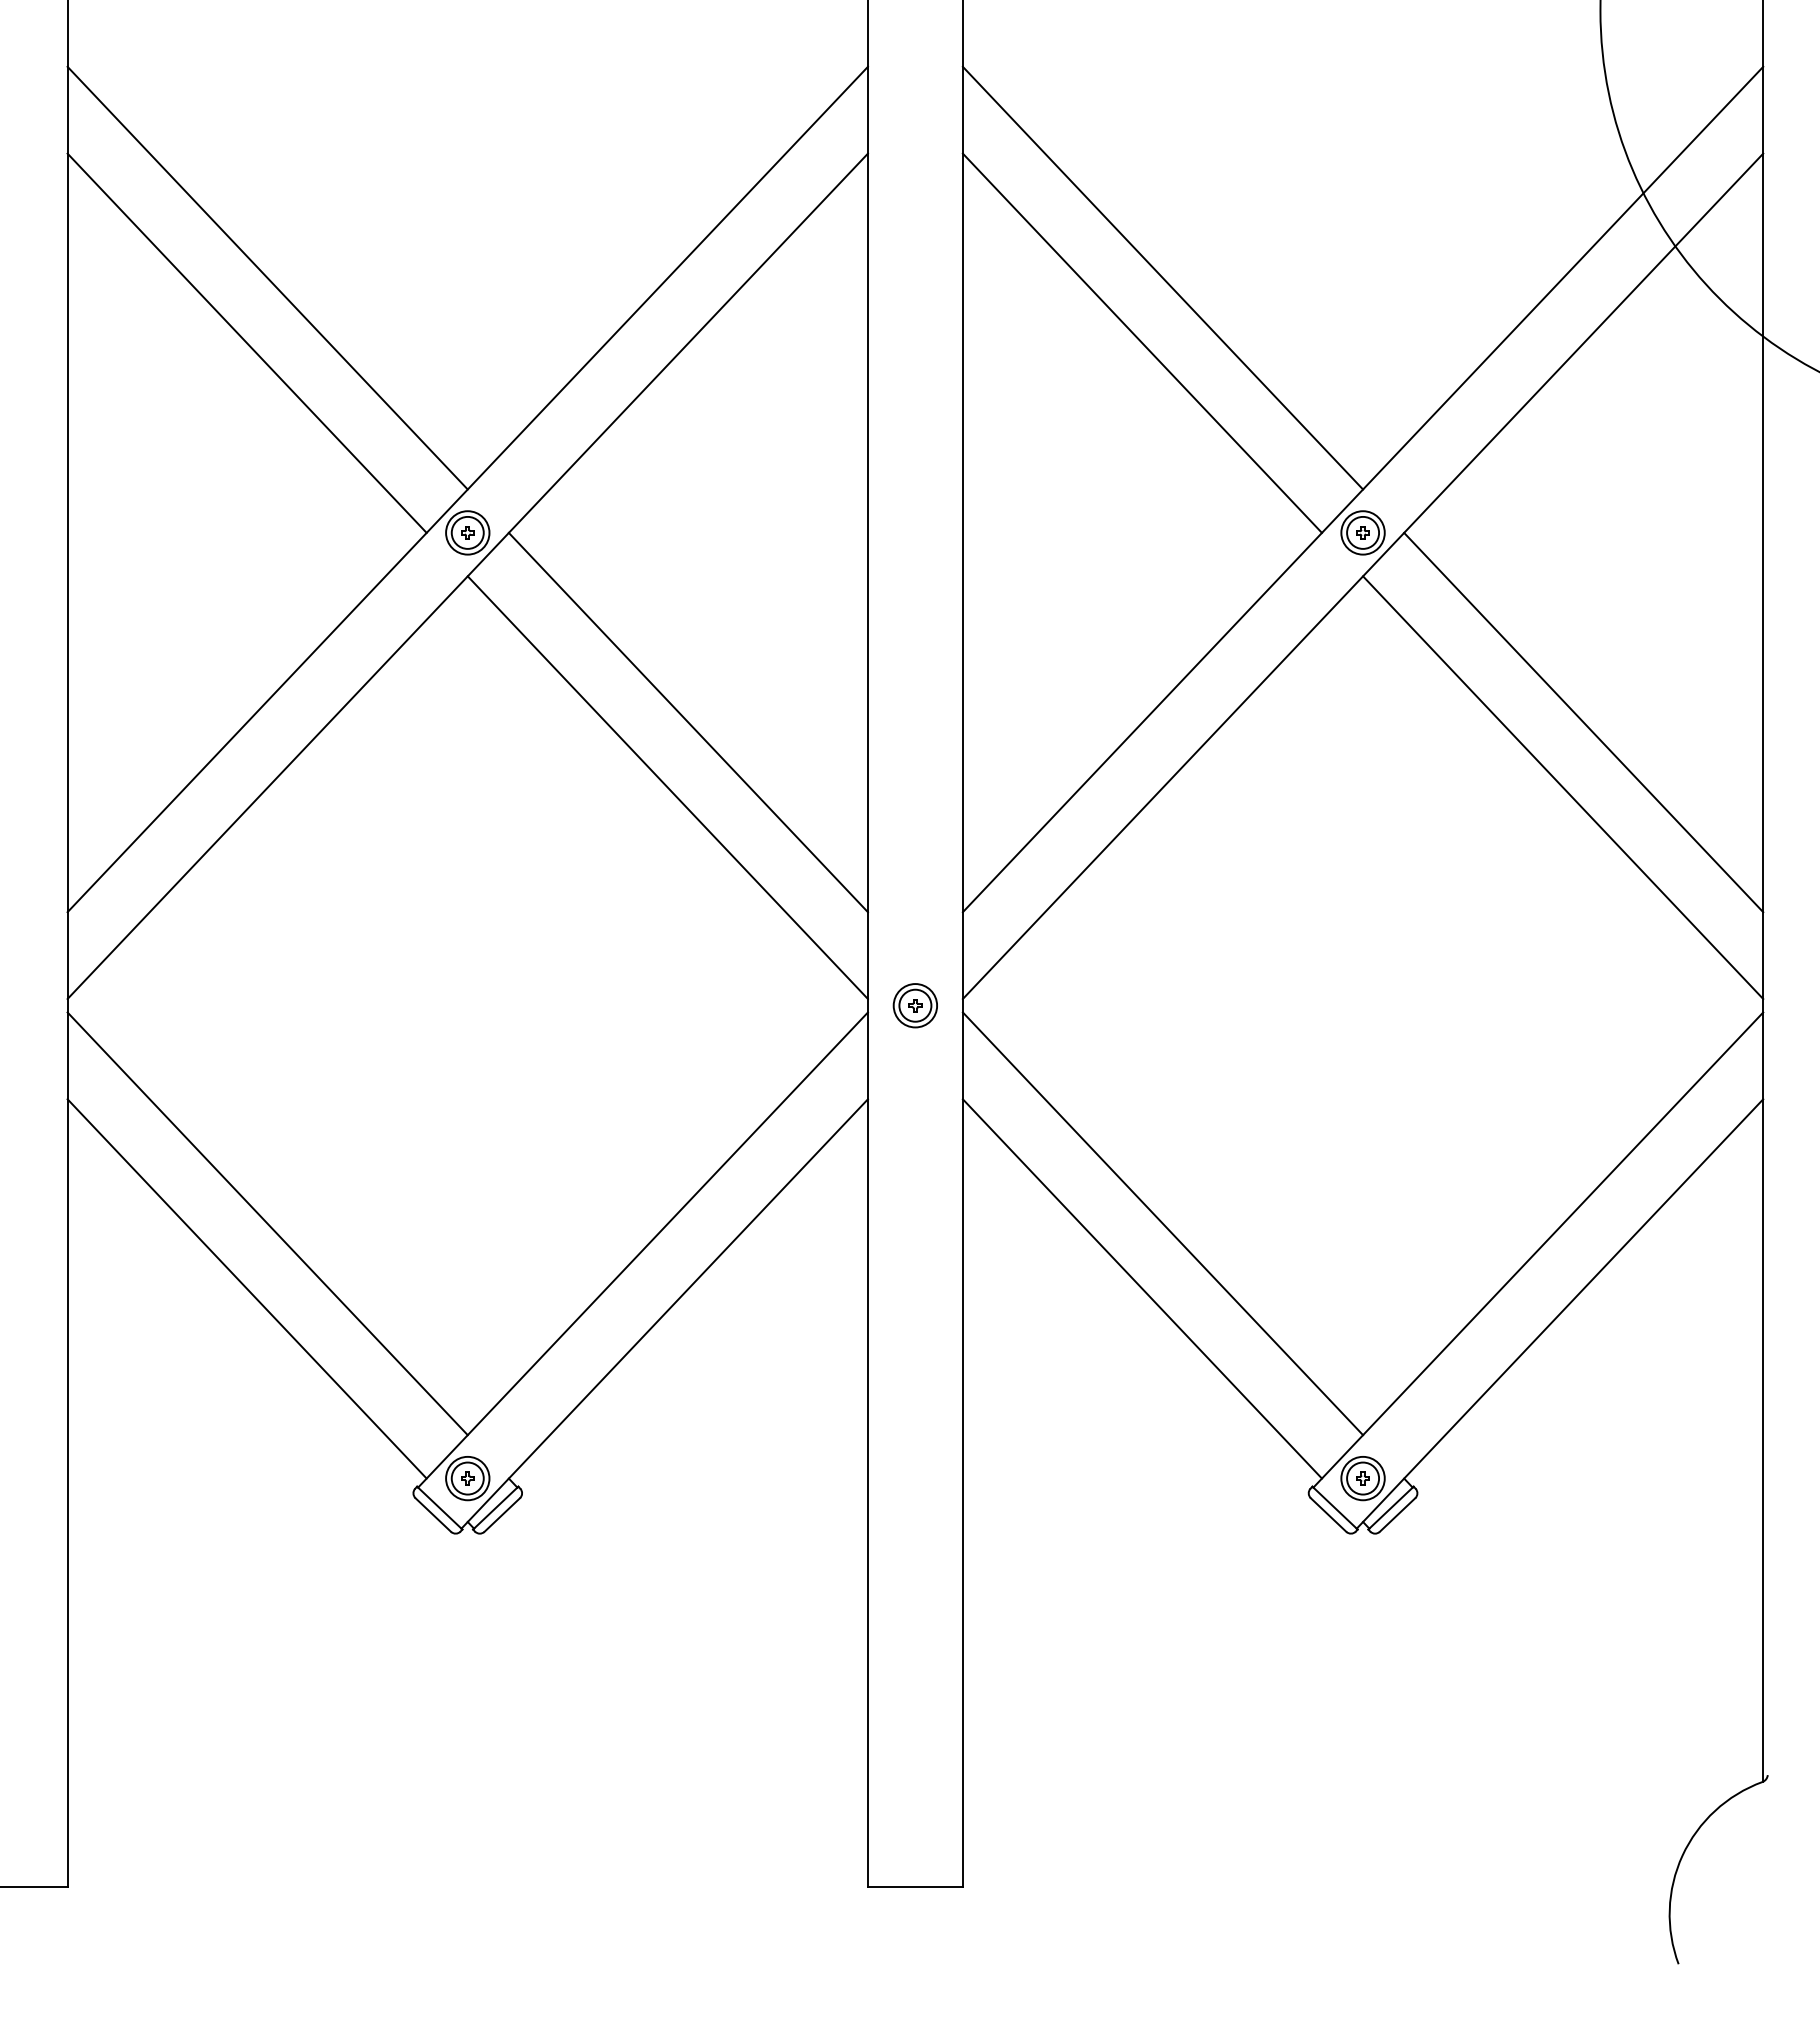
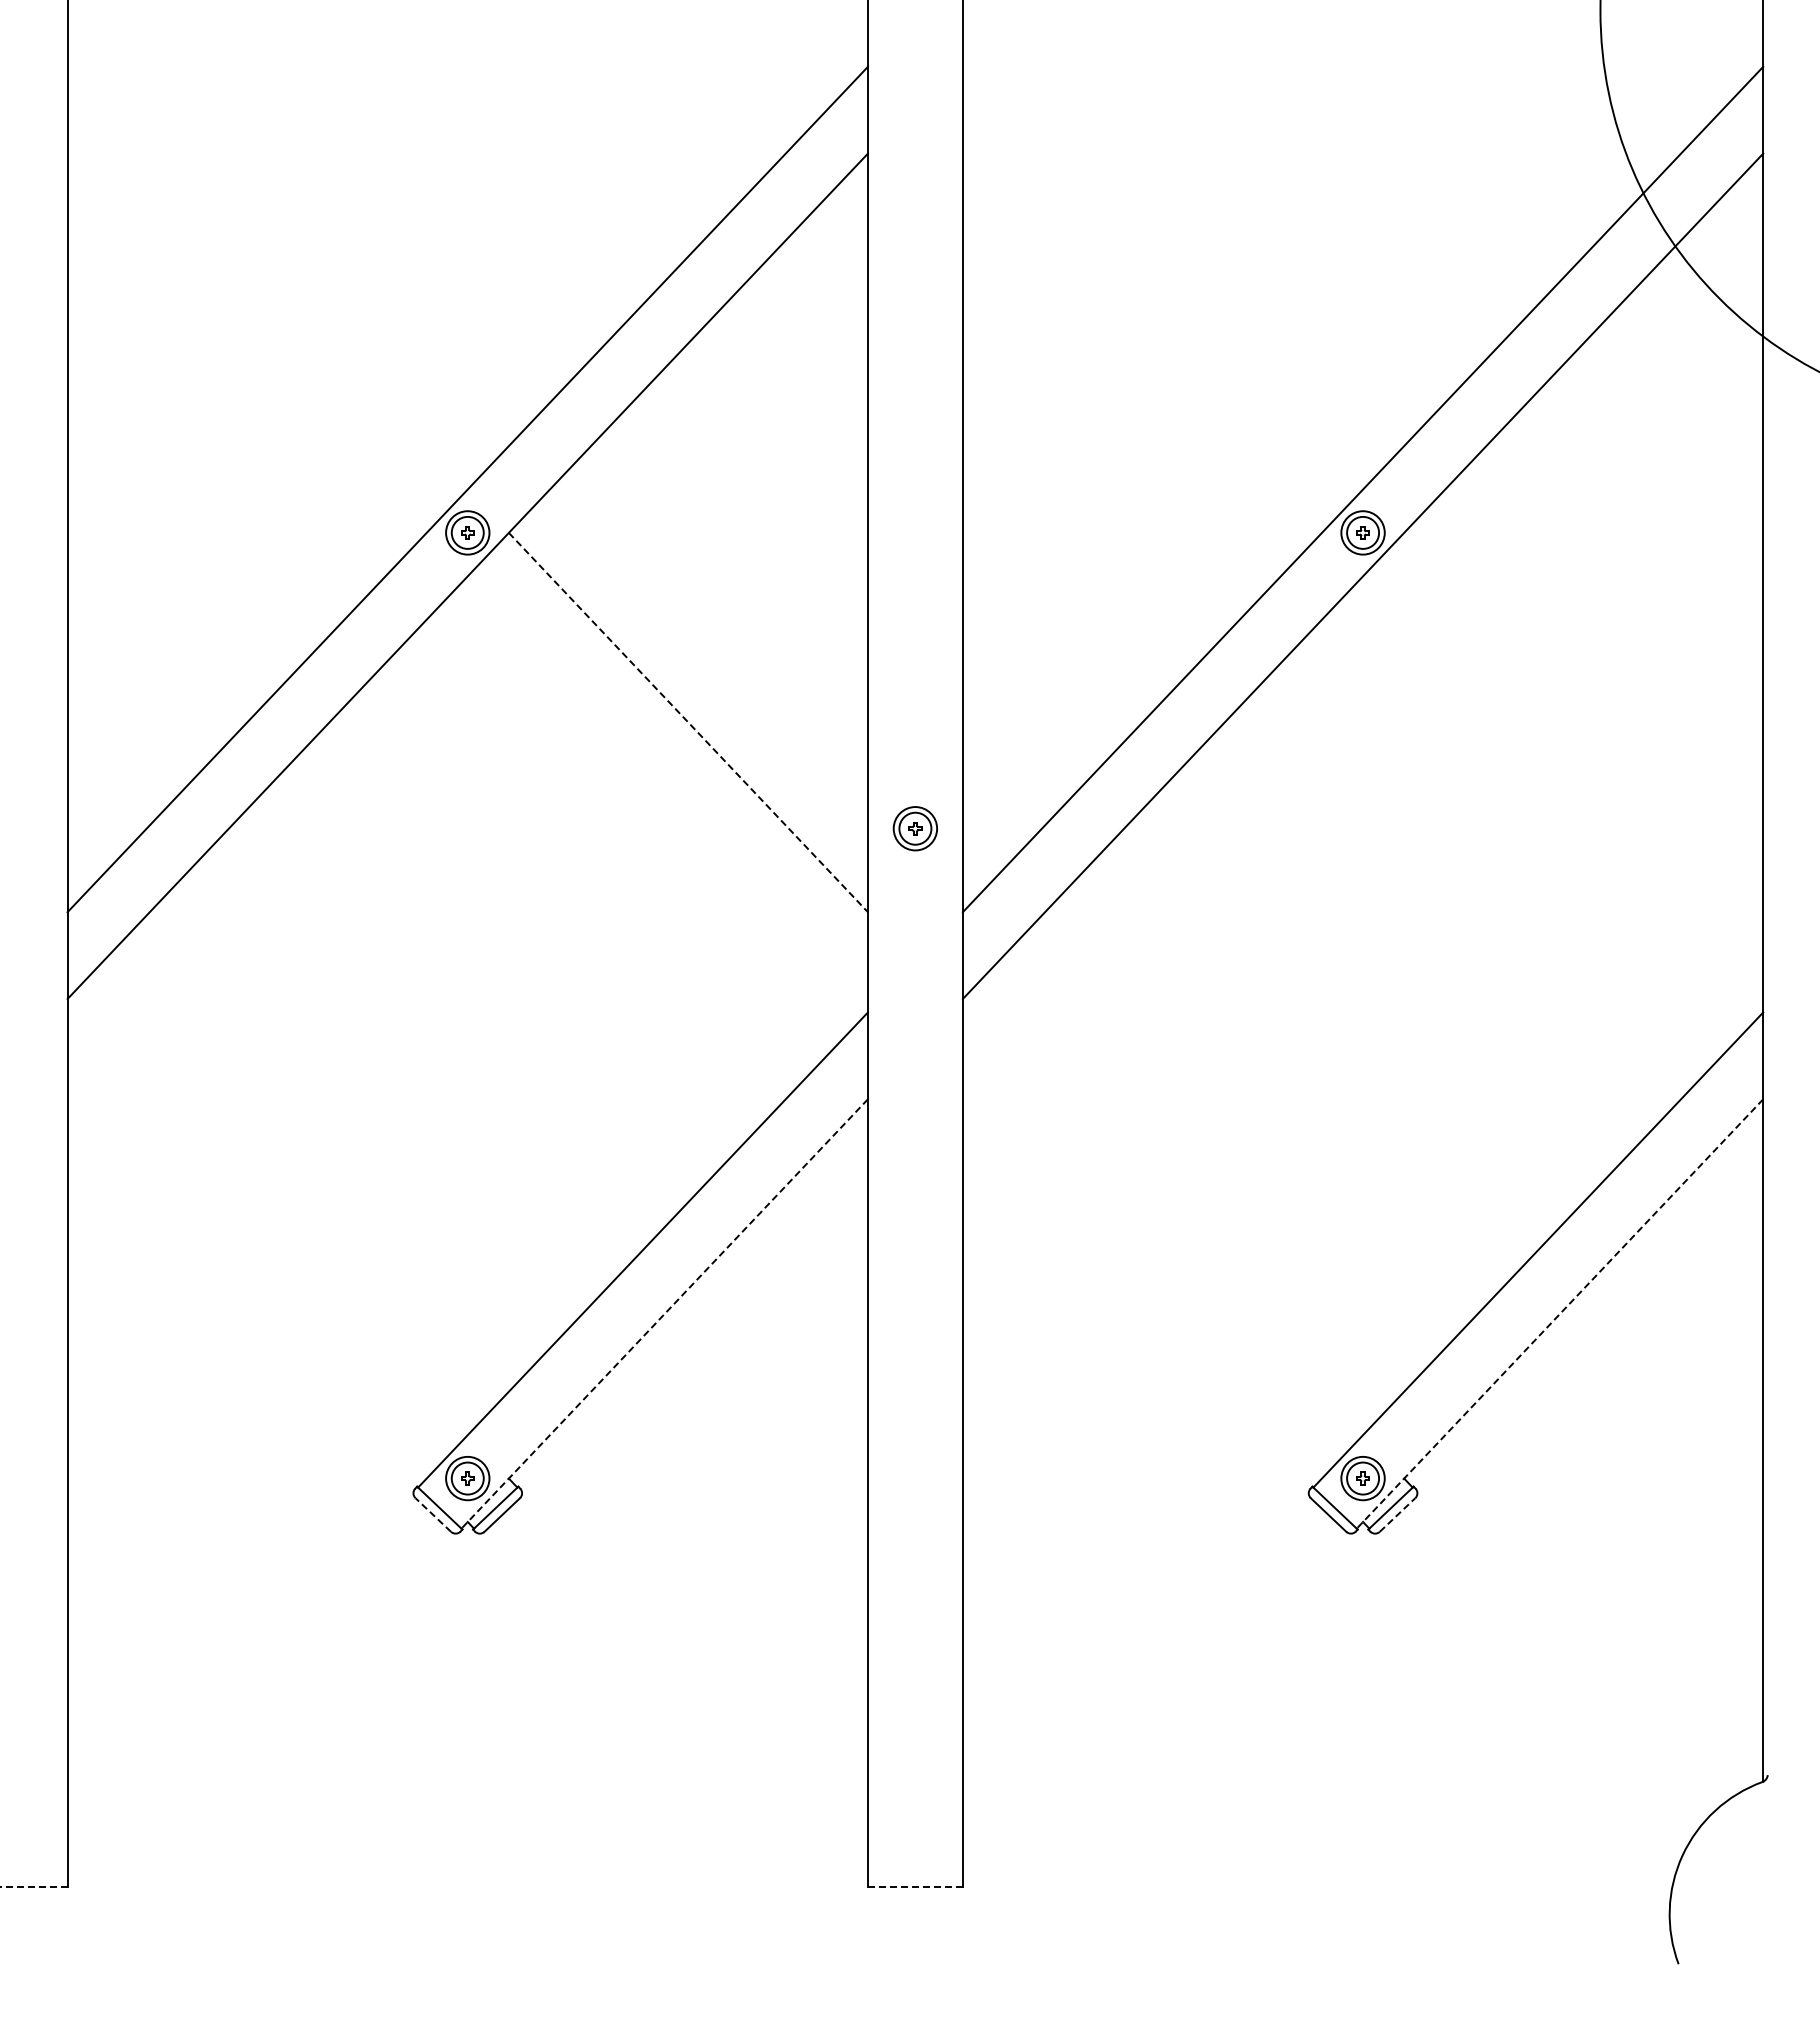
line at (267, 277): present -> none
line at (1162, 277): present -> none
line at (246, 342): present -> none
line at (1141, 342): present -> none
line at (688, 722): solid -> dashed
line at (1583, 722): present -> none
line at (667, 787): present -> none
line at (1563, 787): present -> none
part at (914, 1005) position: (914, 1005) -> (914, 828)
line at (267, 1223): present -> none
line at (1162, 1223): present -> none
line at (246, 1288): present -> none
line at (1141, 1288): present -> none
line at (664, 1313): solid -> dashed
line at (1560, 1313): solid -> dashed
line at (432, 1514): solid -> dashed
line at (1397, 1514): solid -> dashed
line at (34, 1887): solid -> dashed
line at (915, 1887): solid -> dashed
